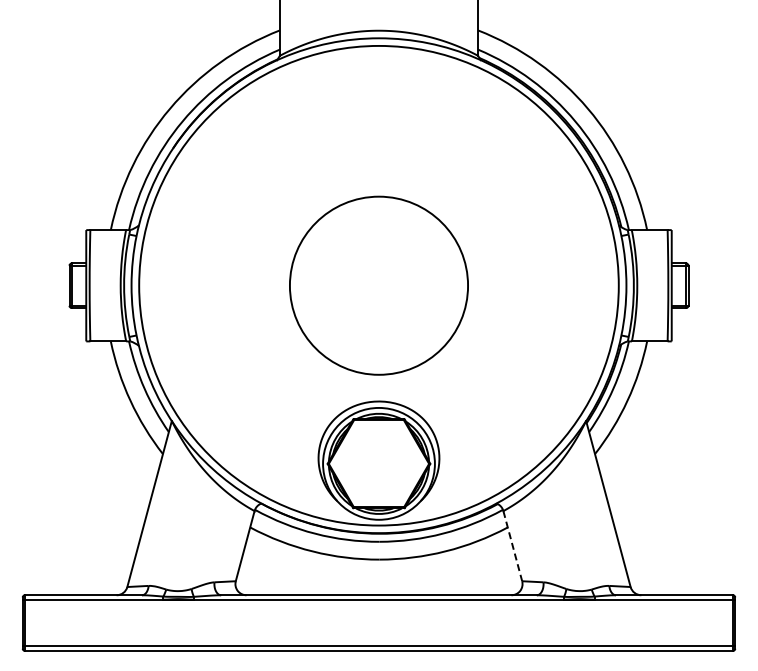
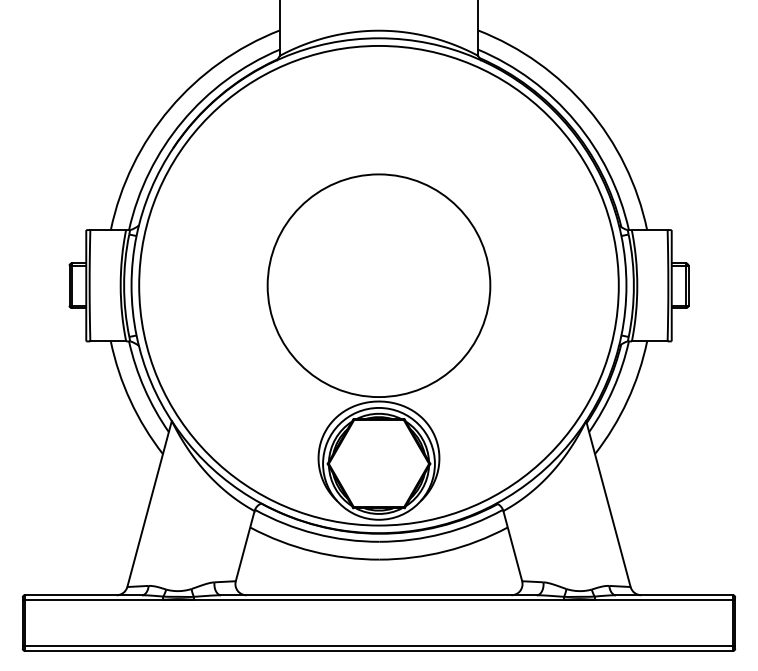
circle at (378, 285) diameter: 178 px -> 223 px
line at (512, 546): dashed -> solid
